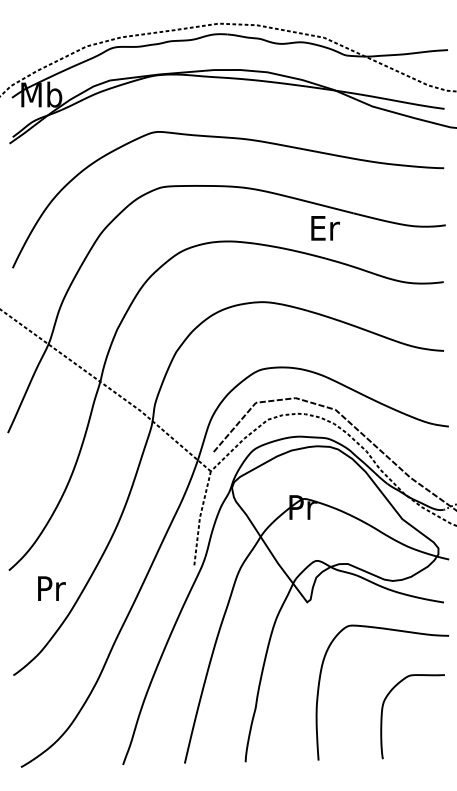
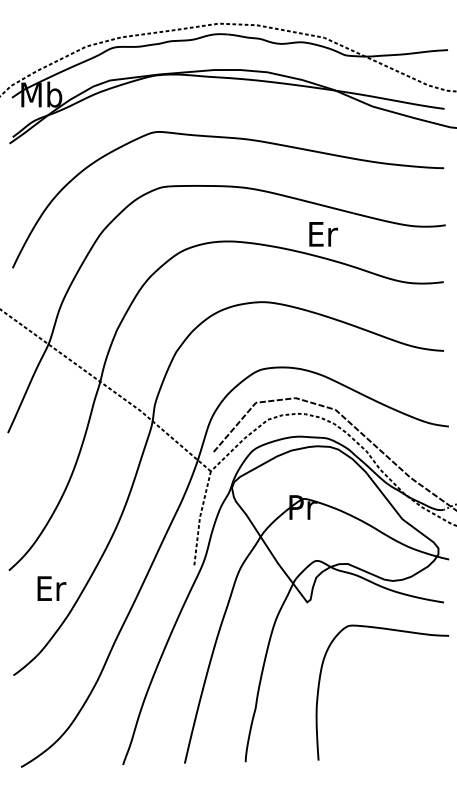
text at (325, 228) position: (325, 228) -> (323, 234)
text at (51, 588): Pr -> Er
curve at (383, 709): present -> none
